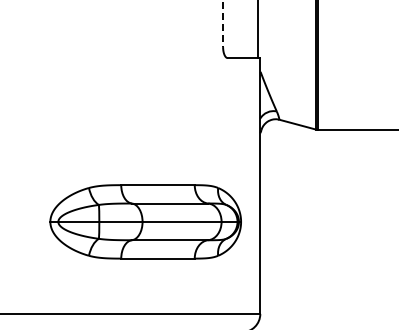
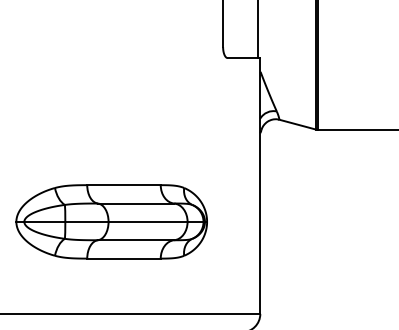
line at (223, 24): dashed -> solid
part at (145, 221) position: (145, 221) -> (111, 221)
